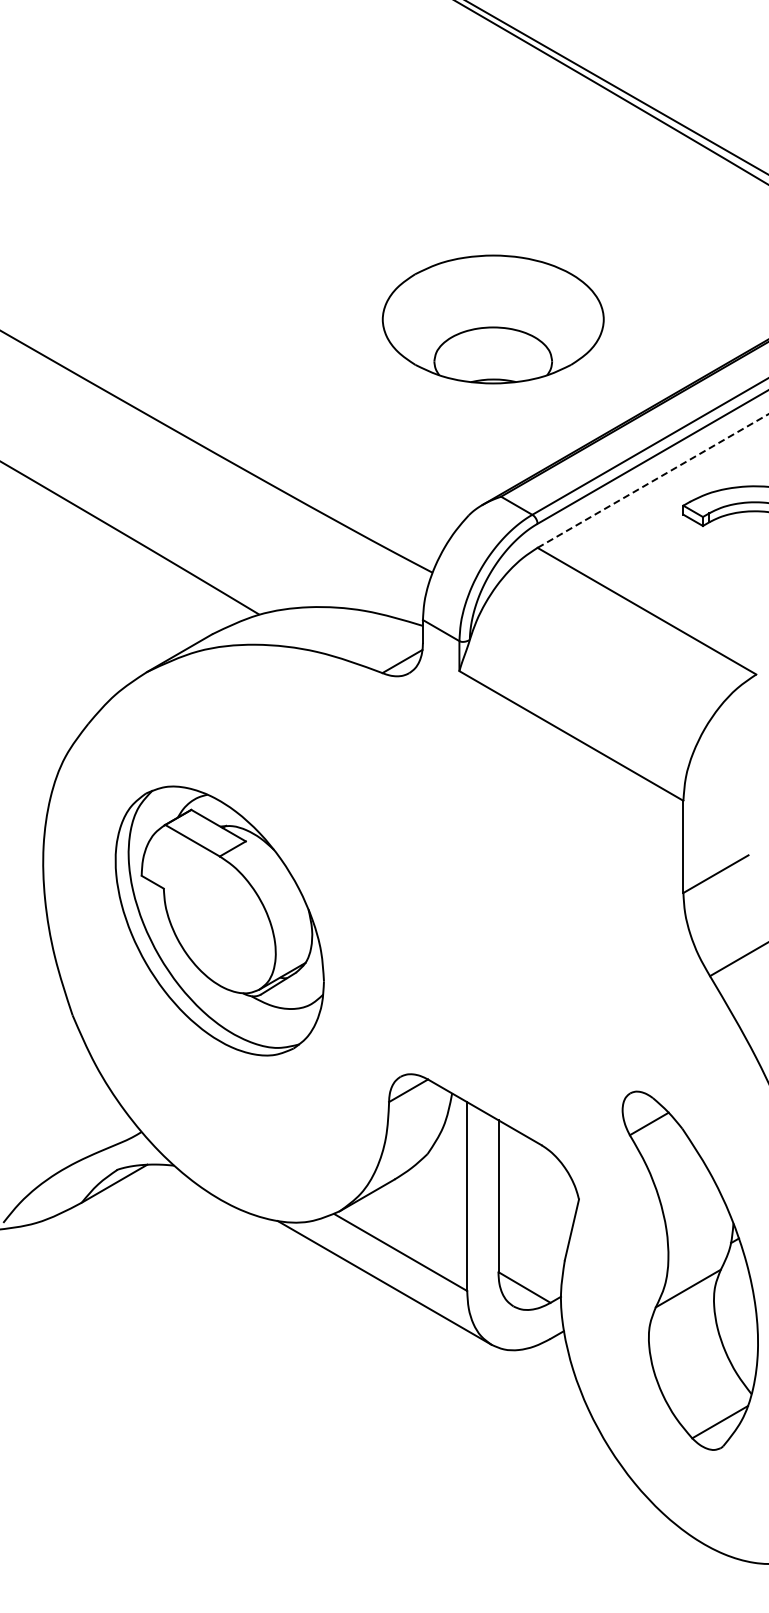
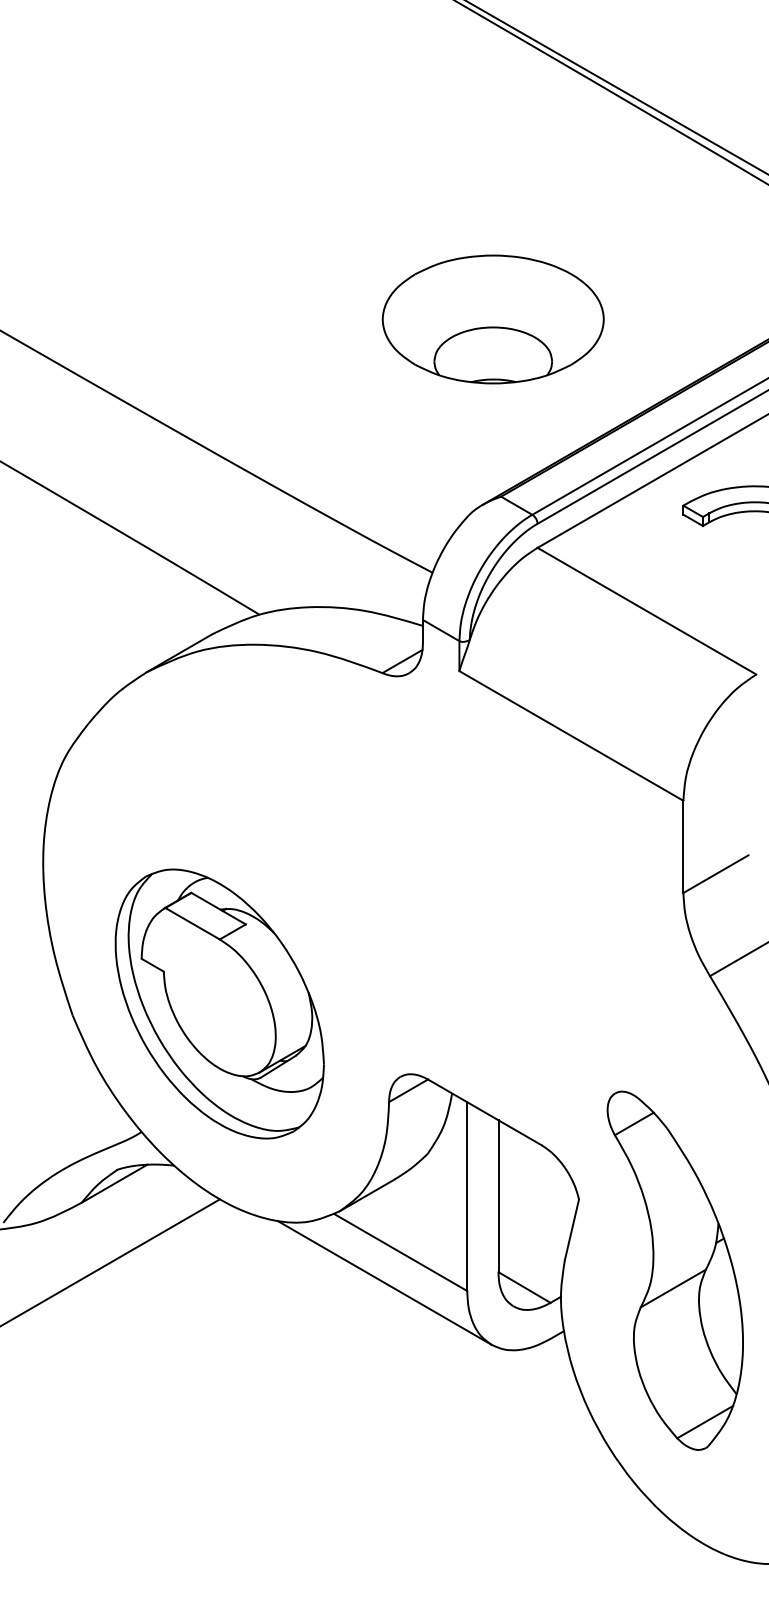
line at (653, 480): dashed -> solid
part at (219, 920) position: (219, 920) -> (219, 1003)
line at (110, 1262): none -> present
part at (689, 1270) position: (689, 1270) -> (674, 1270)
